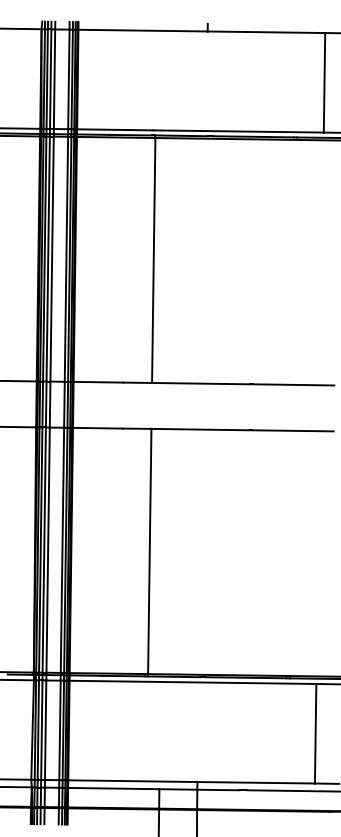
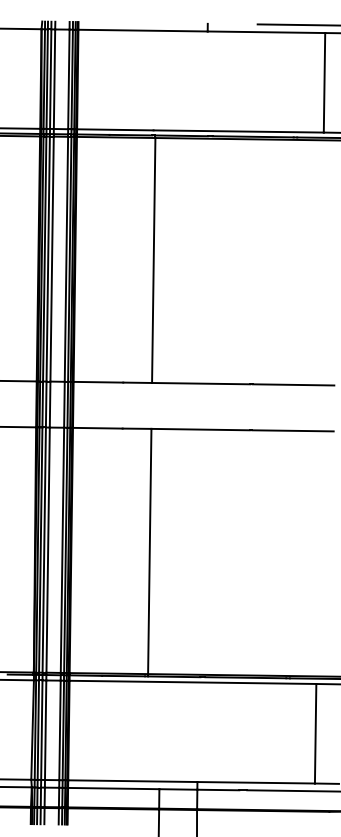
line at (297, 24): none -> present
